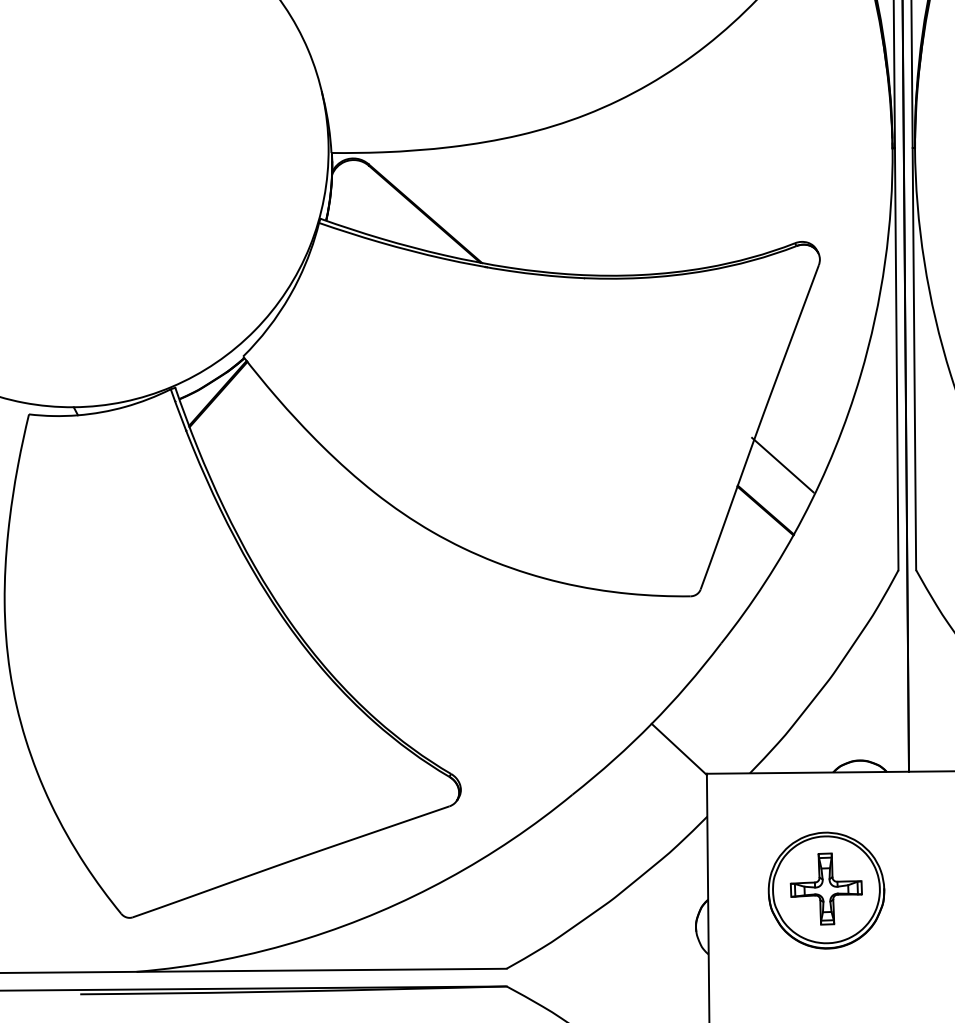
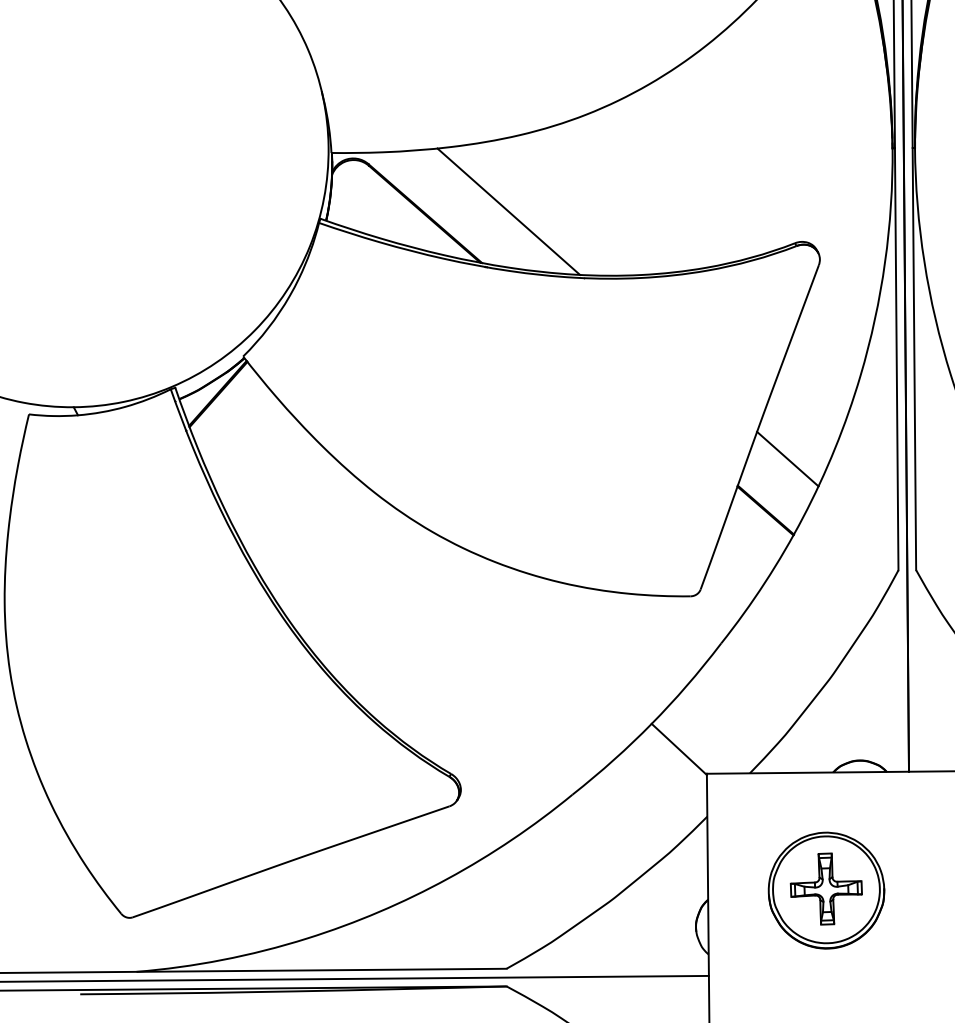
line at (508, 211): none -> present
line at (782, 464) position: (782, 464) -> (787, 458)
line at (355, 978): none -> present
